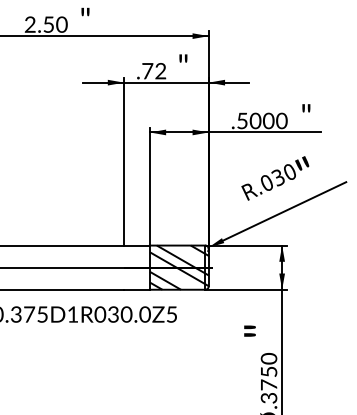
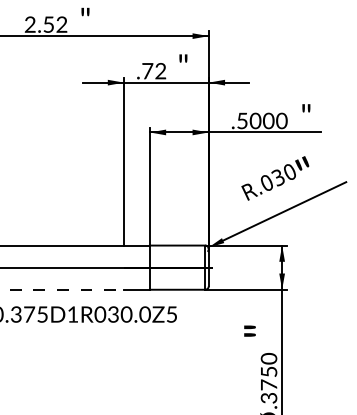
text at (61, 24): 2.50 -> 2.52
hatch at (178, 267): present -> none
line at (62, 289): solid -> dashed
